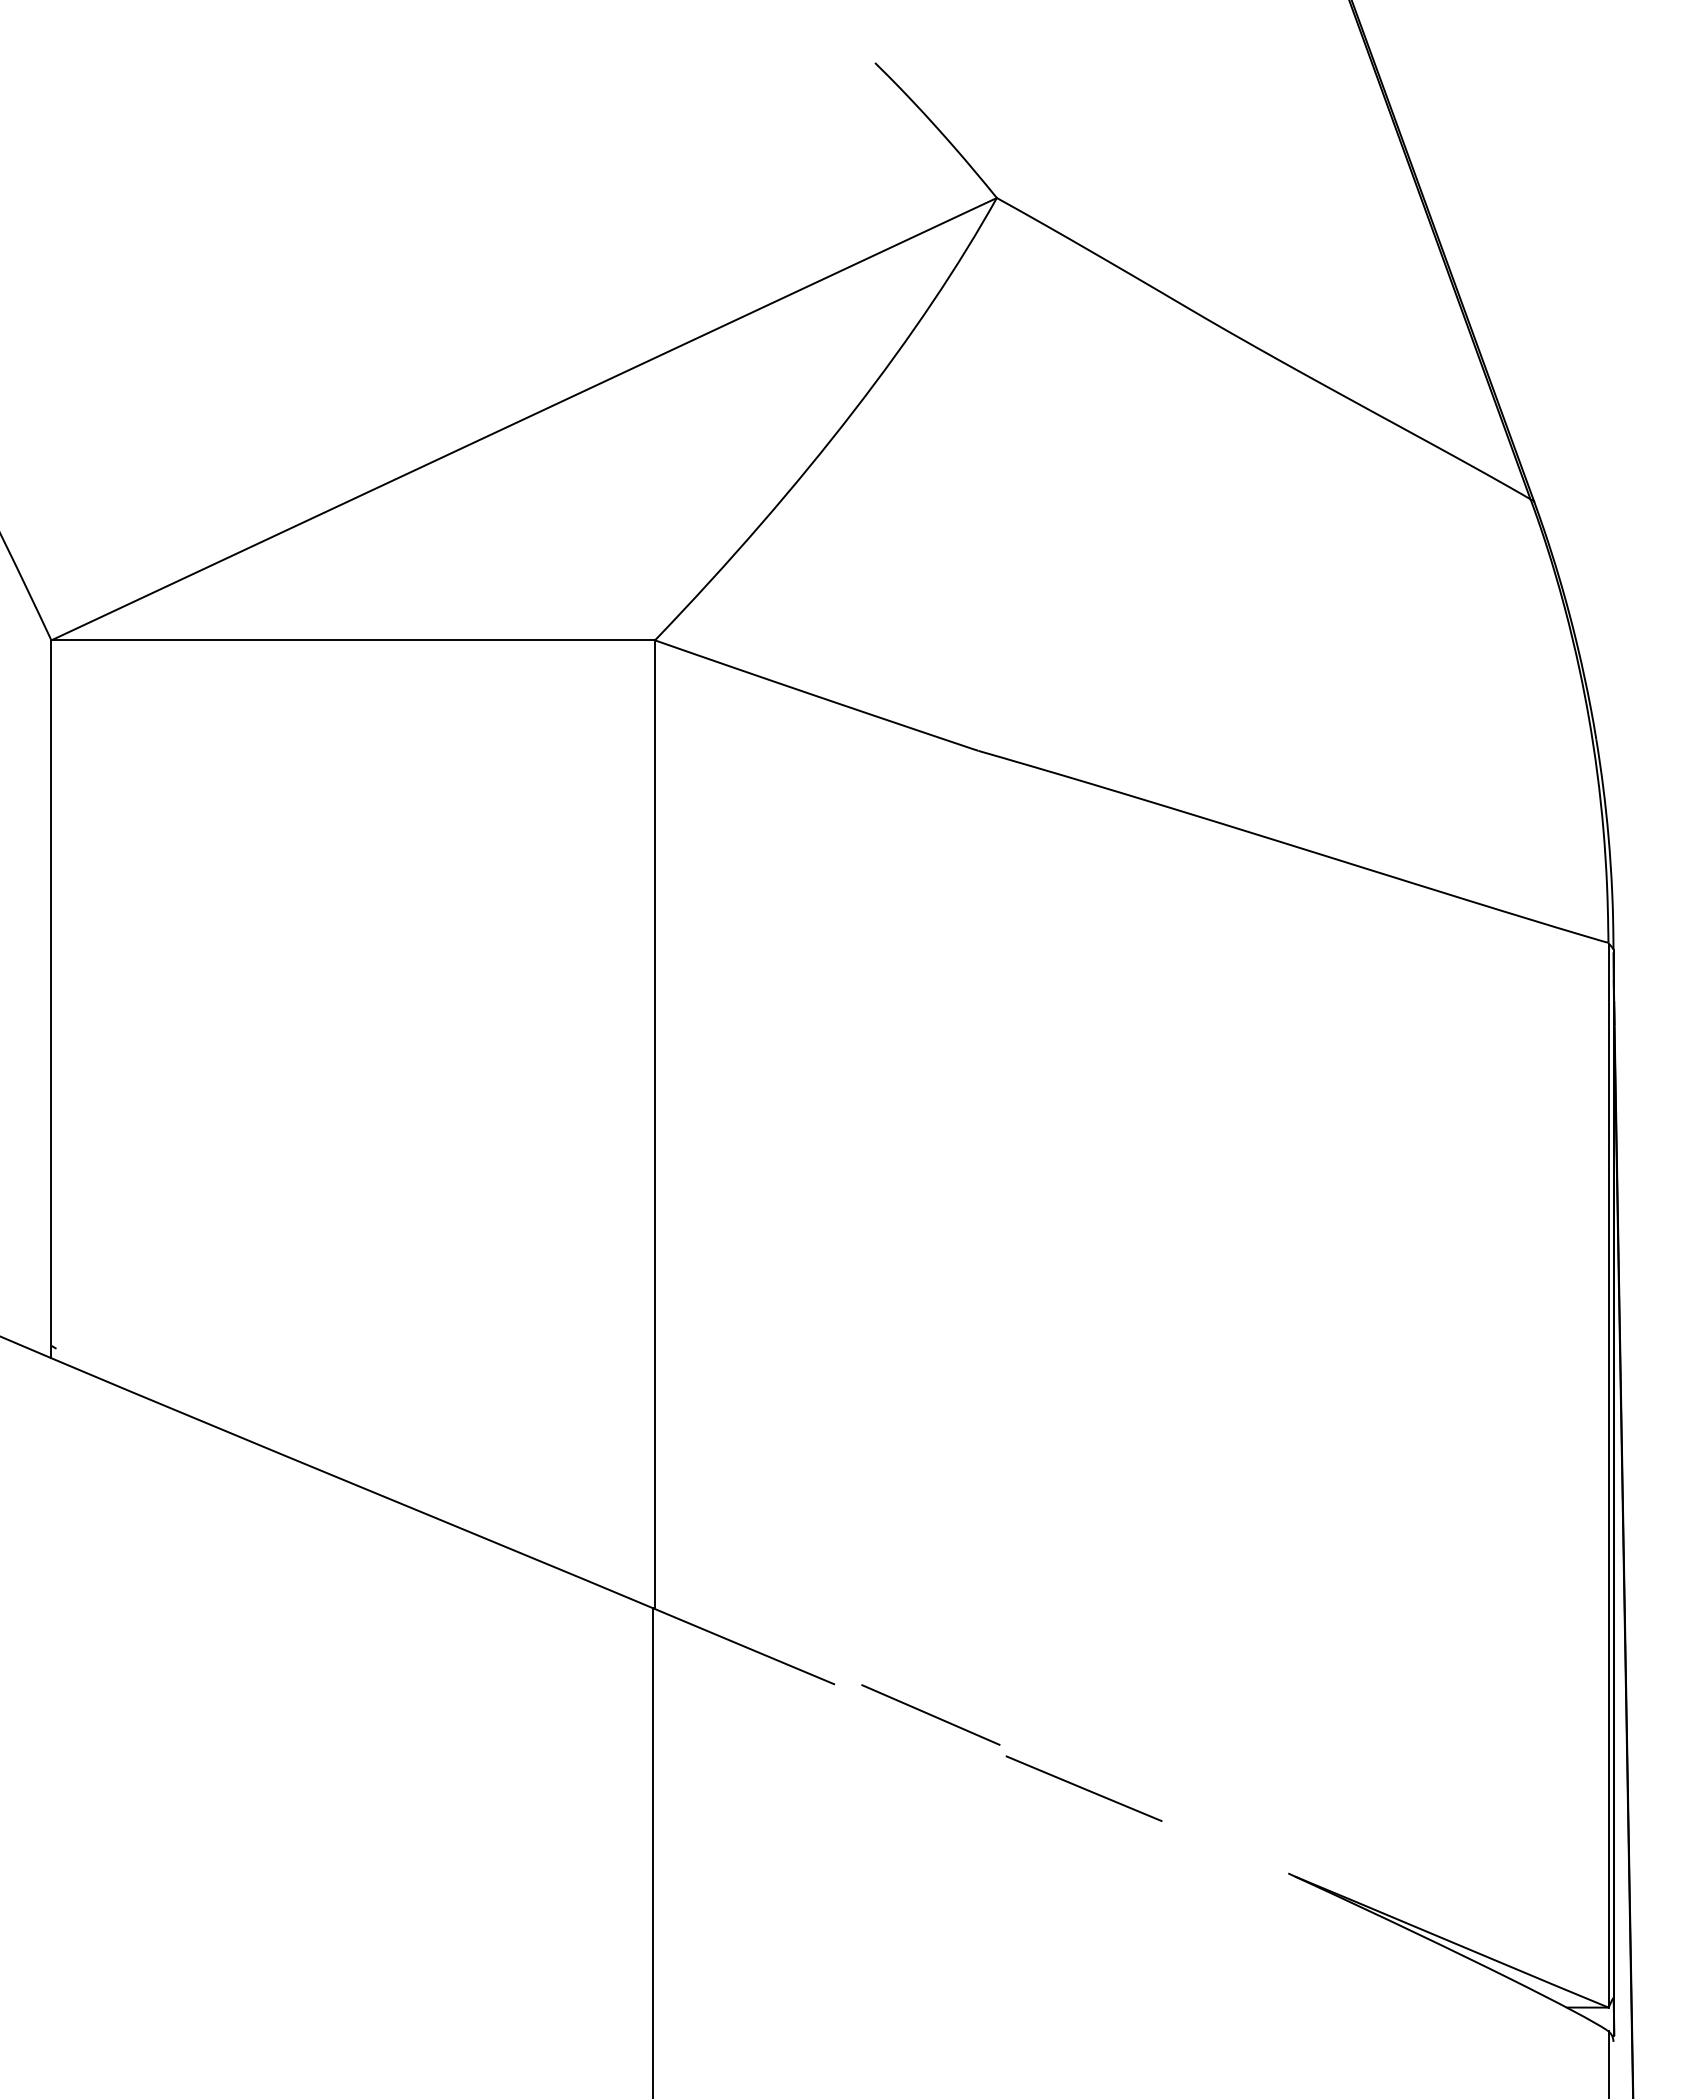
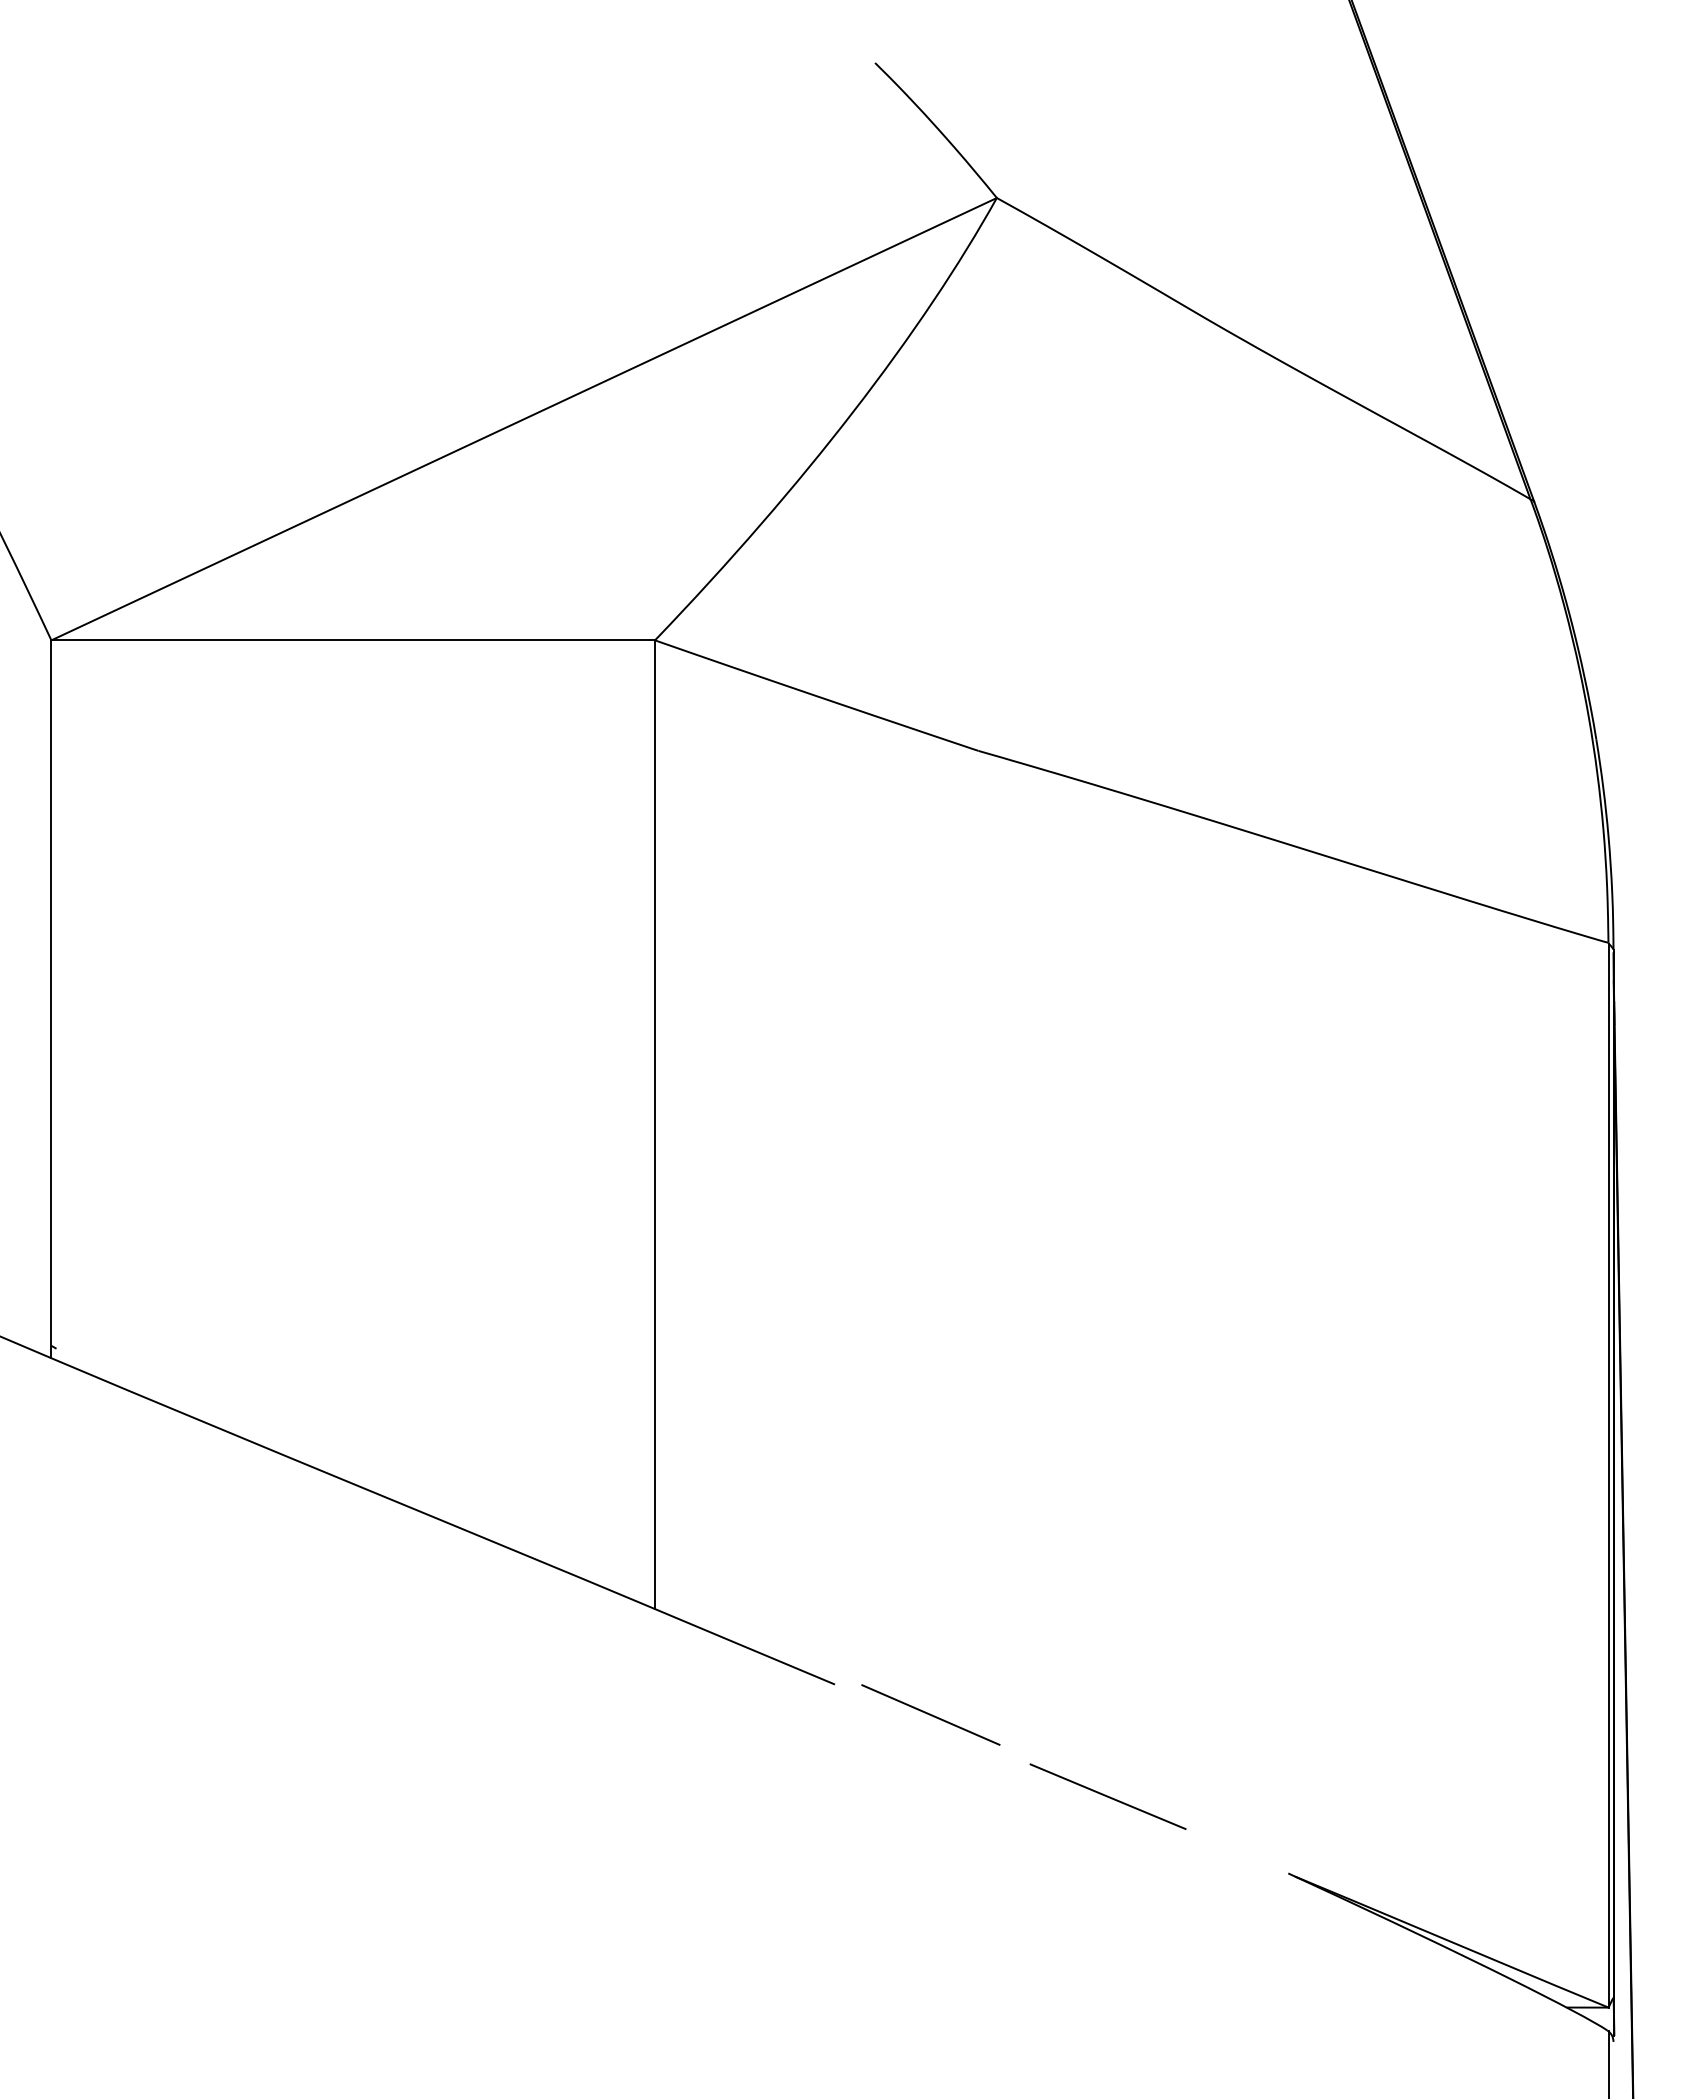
line at (1083, 1788) position: (1083, 1788) -> (1107, 1796)
line at (652, 1851): present -> none
